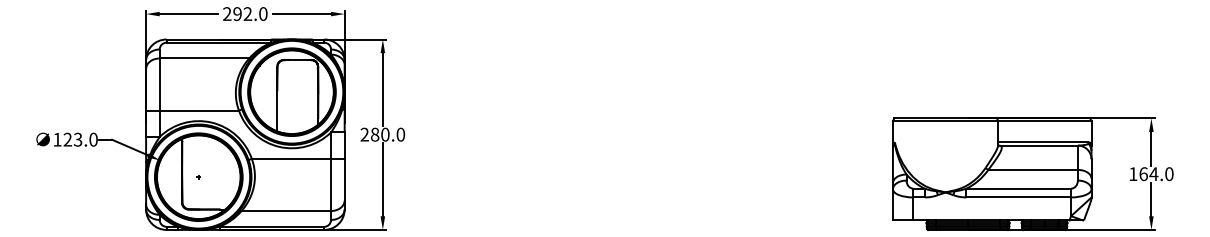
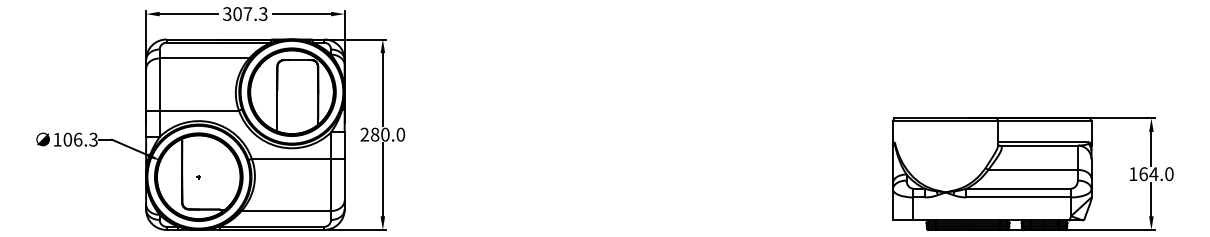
text at (245, 14): 292.0 -> 307.3
text at (80, 139): 123.0 -> 106.3
